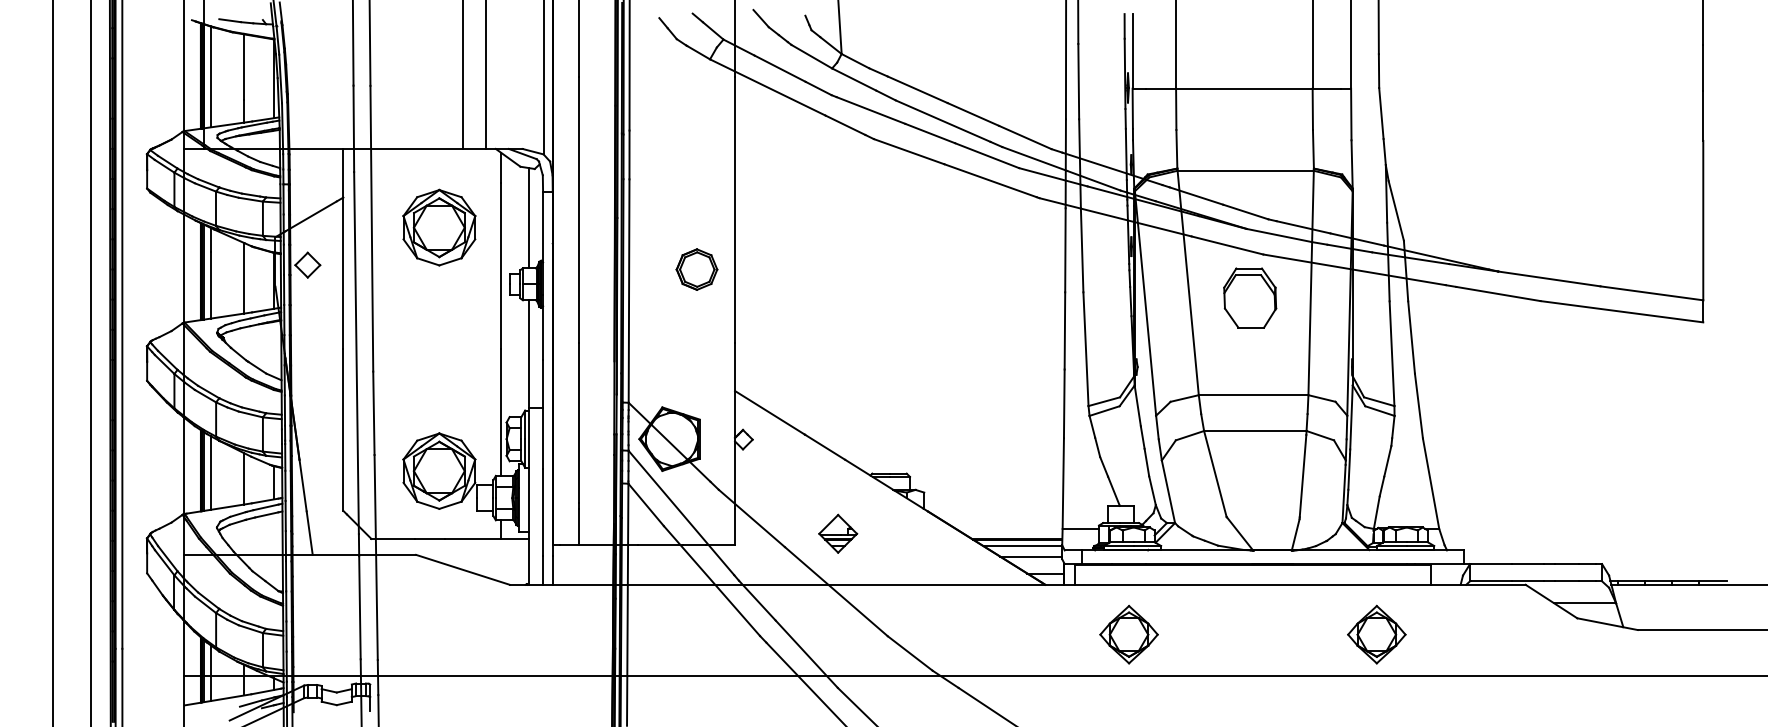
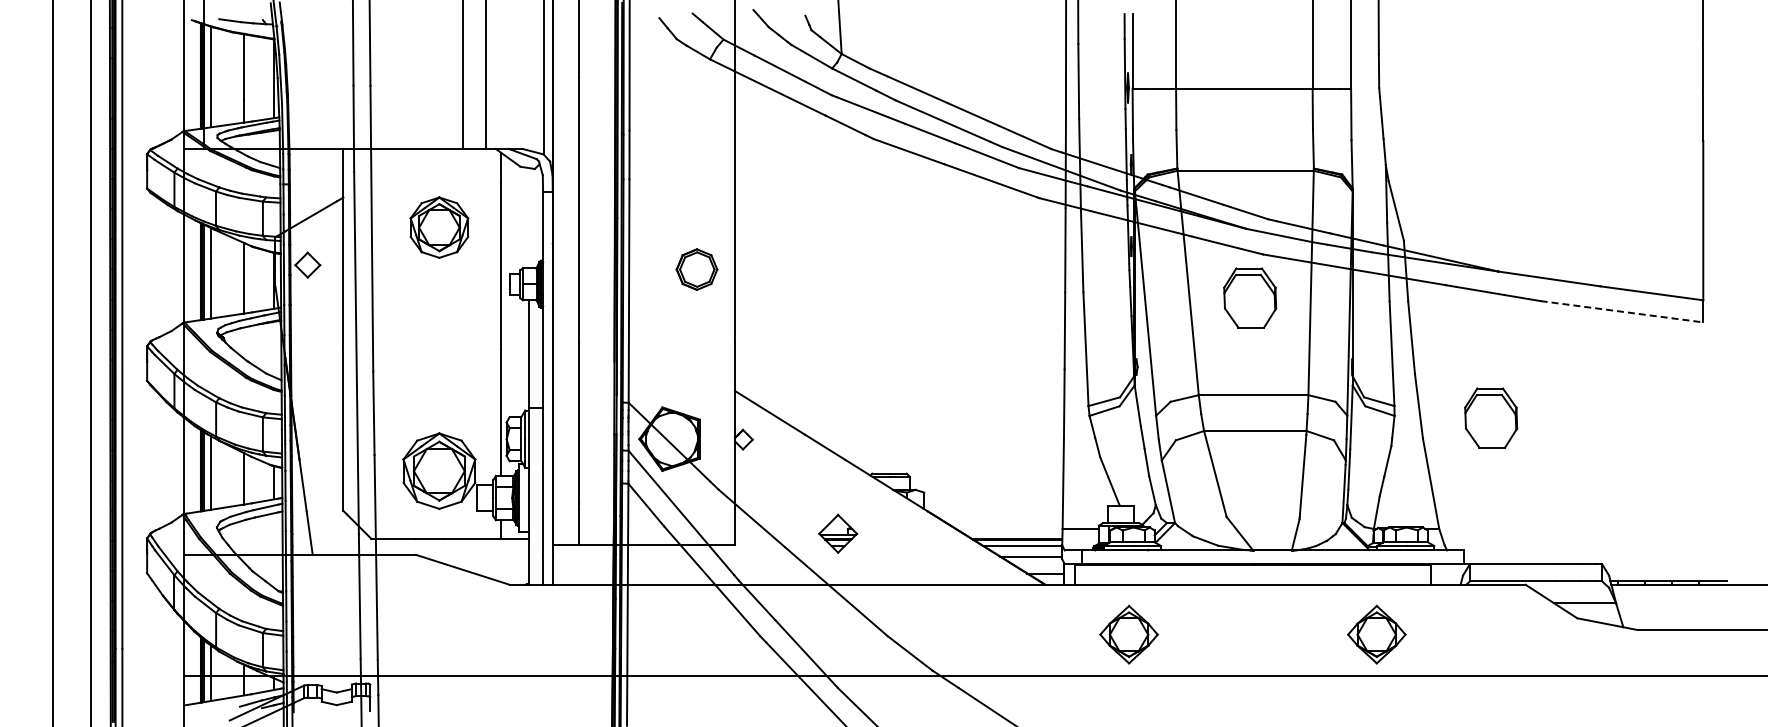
line at (529, 218): present -> none
part at (439, 227) size: 75x79 px -> 61x63 px
line at (1622, 311): solid -> dashed
part at (1491, 417): none -> present
